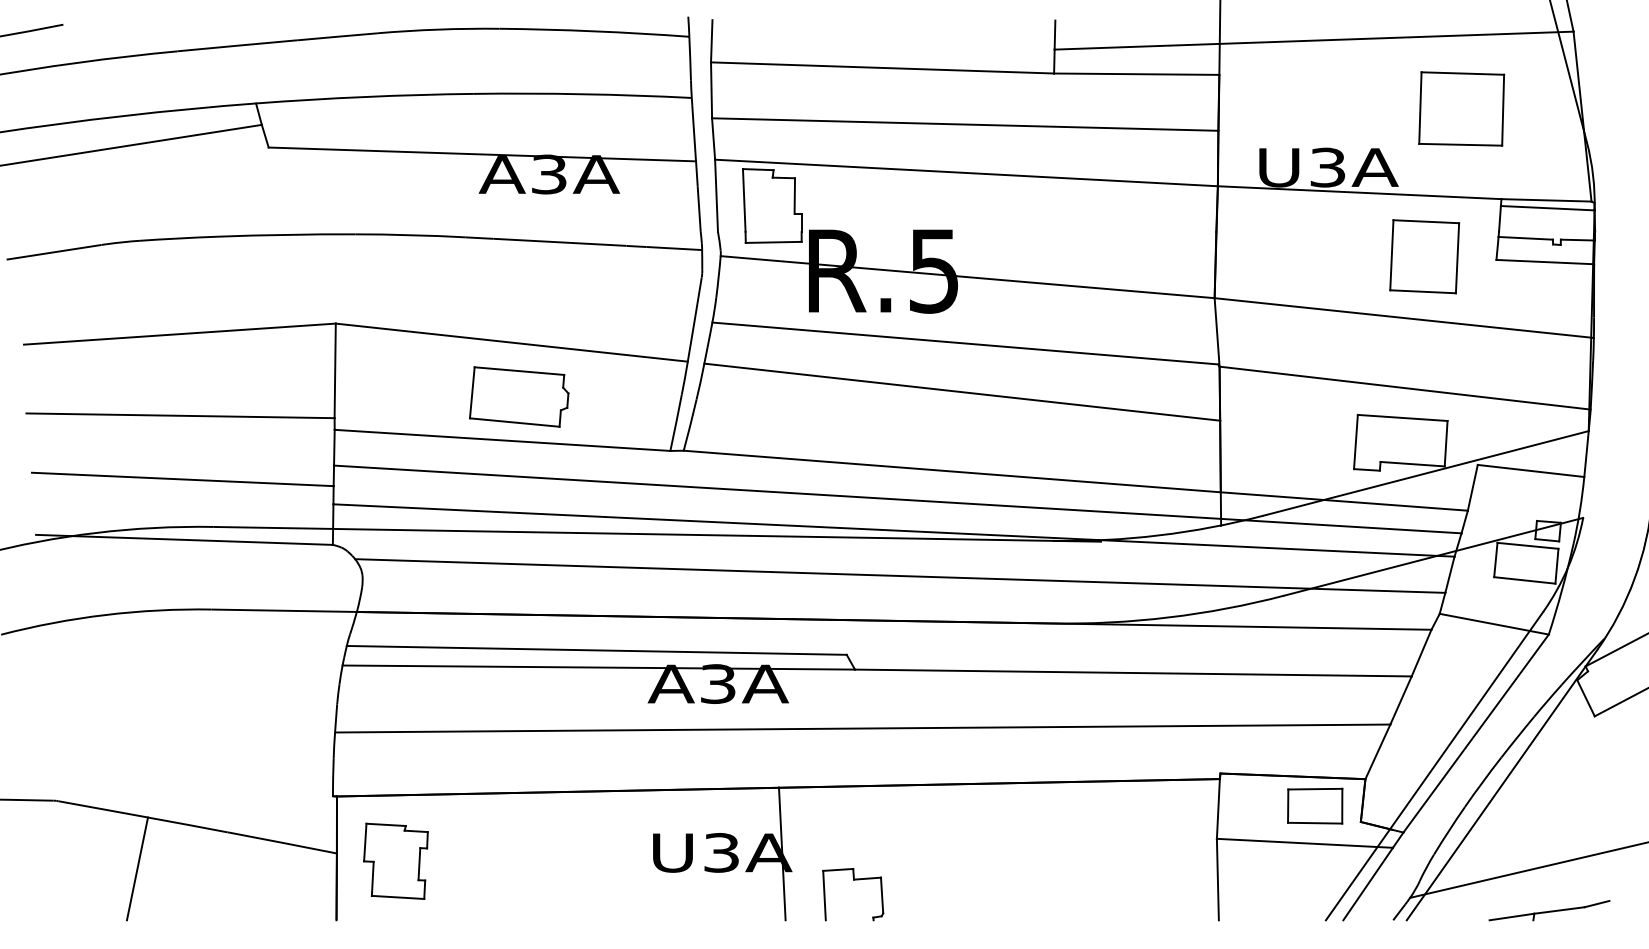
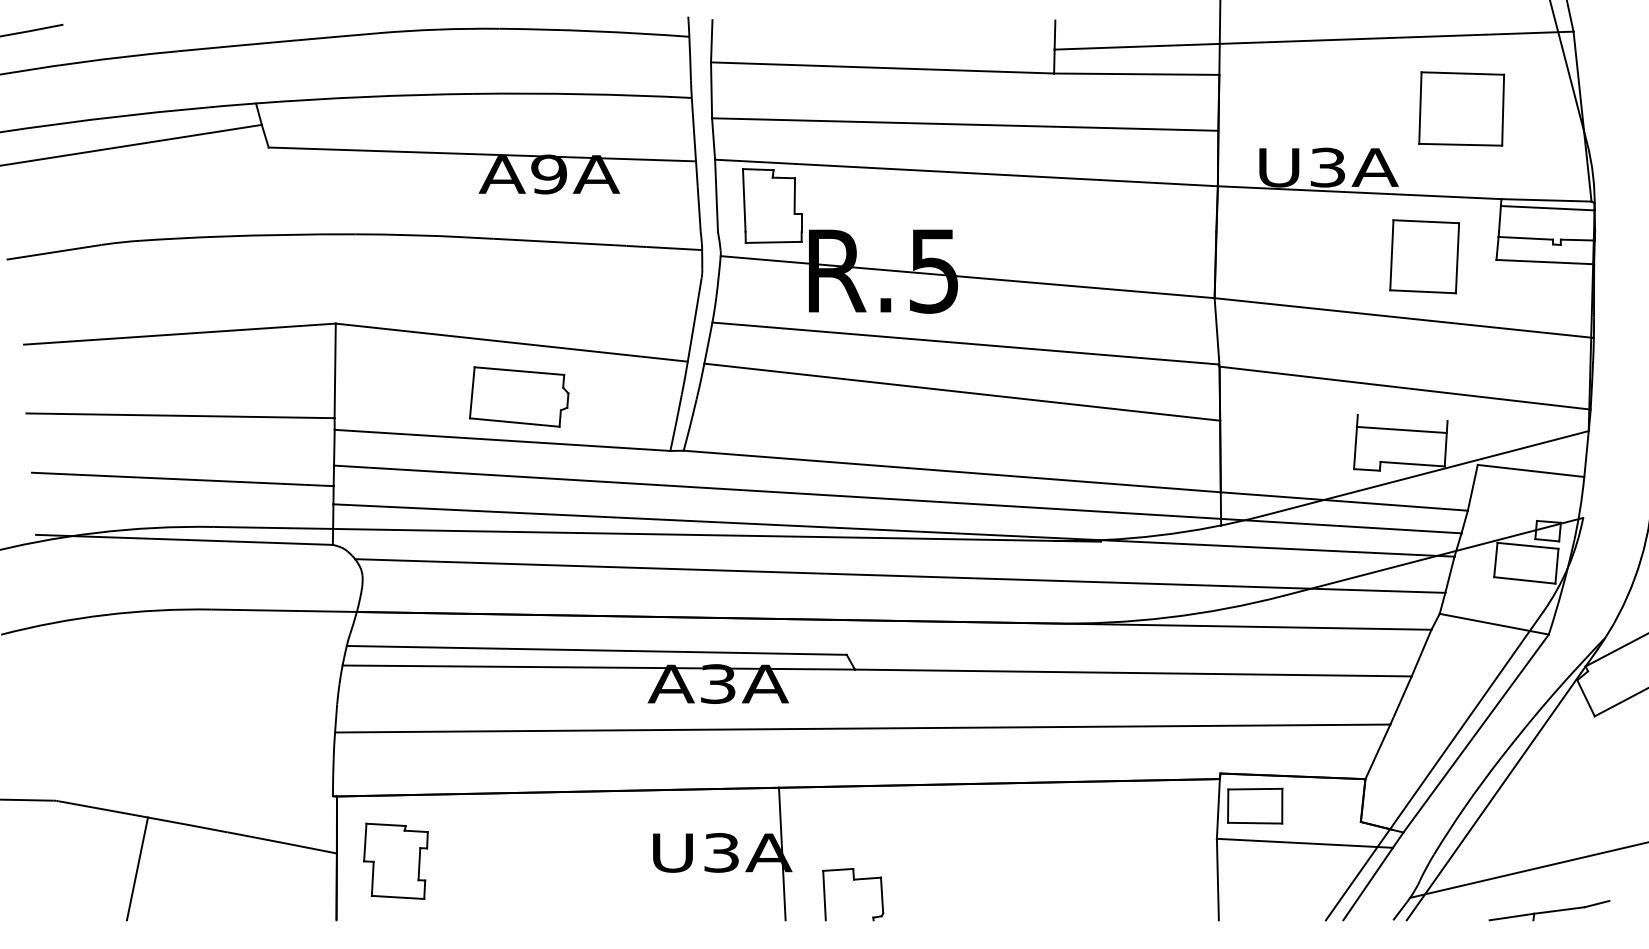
text at (549, 174): A3A -> A9A
line at (1402, 417) position: (1402, 417) -> (1401, 429)
part at (1315, 805) position: (1315, 805) -> (1255, 805)
